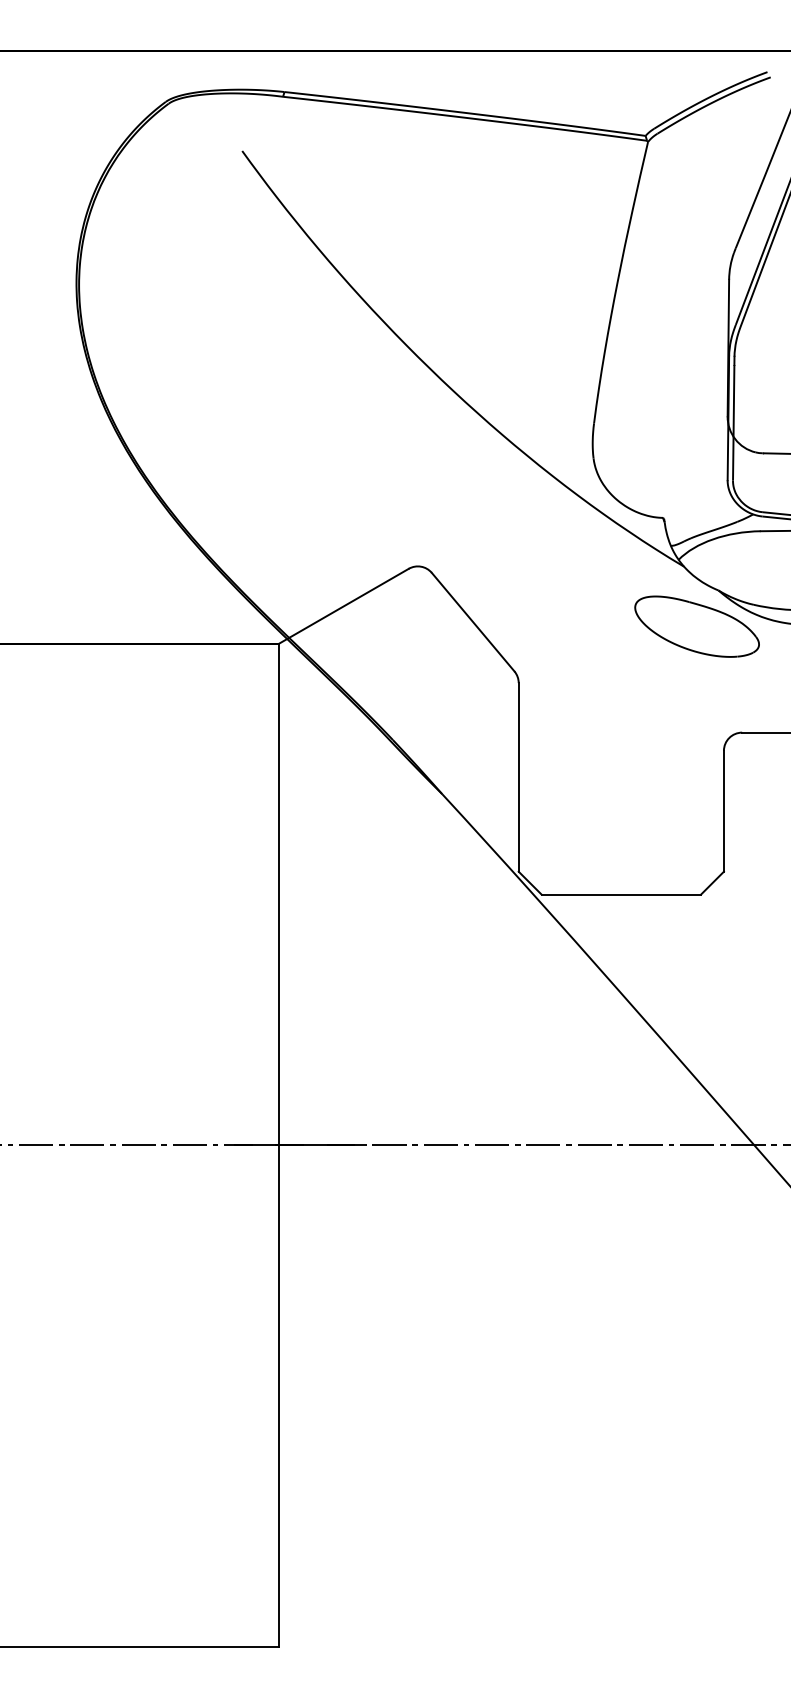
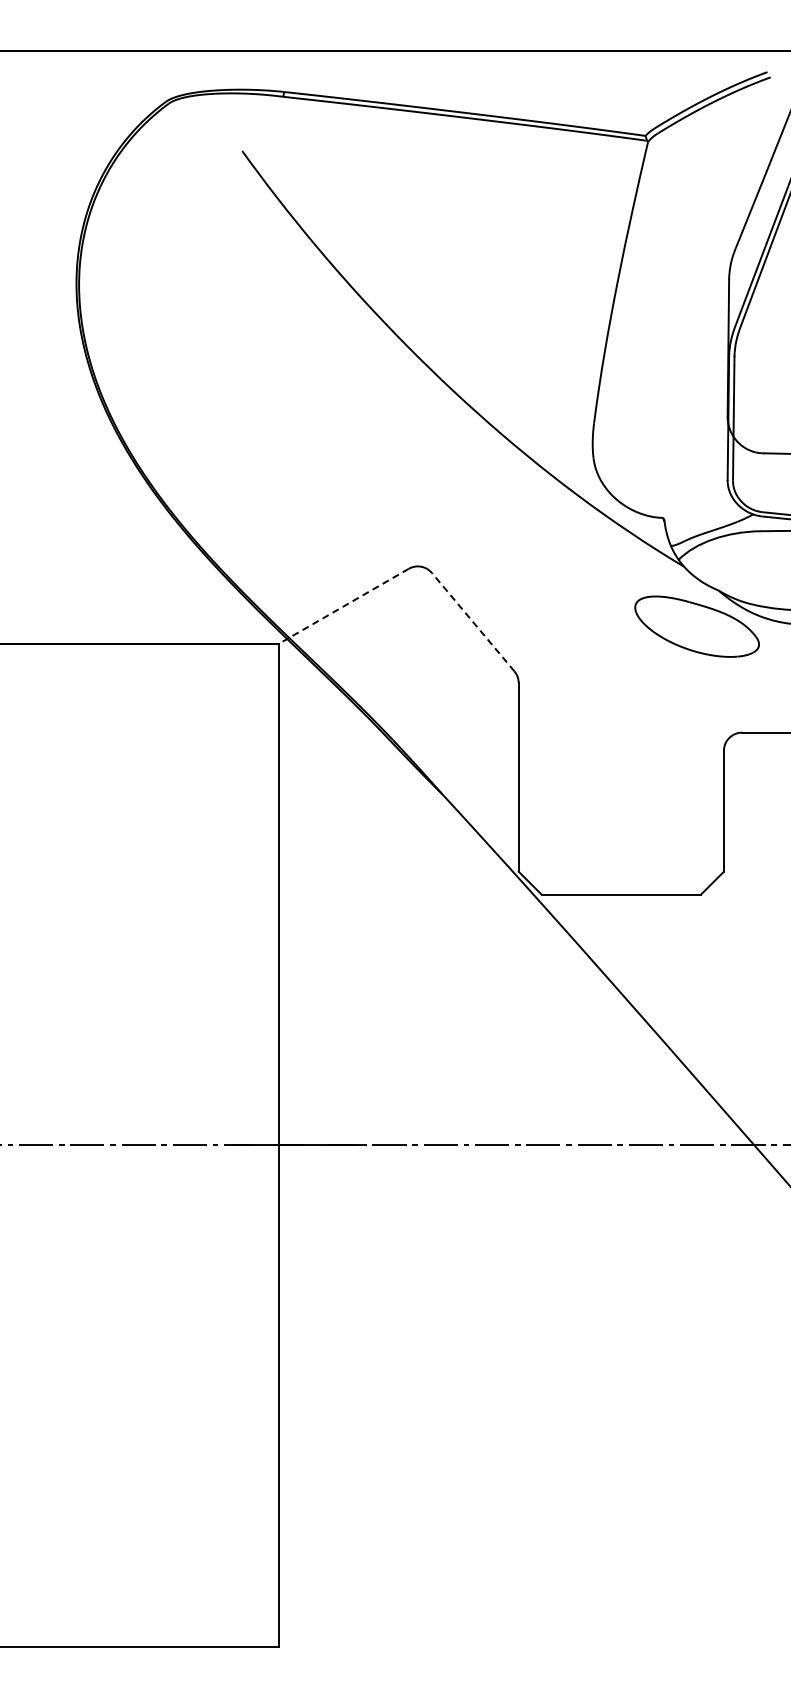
line at (344, 606): solid -> dashed
line at (472, 621): solid -> dashed
